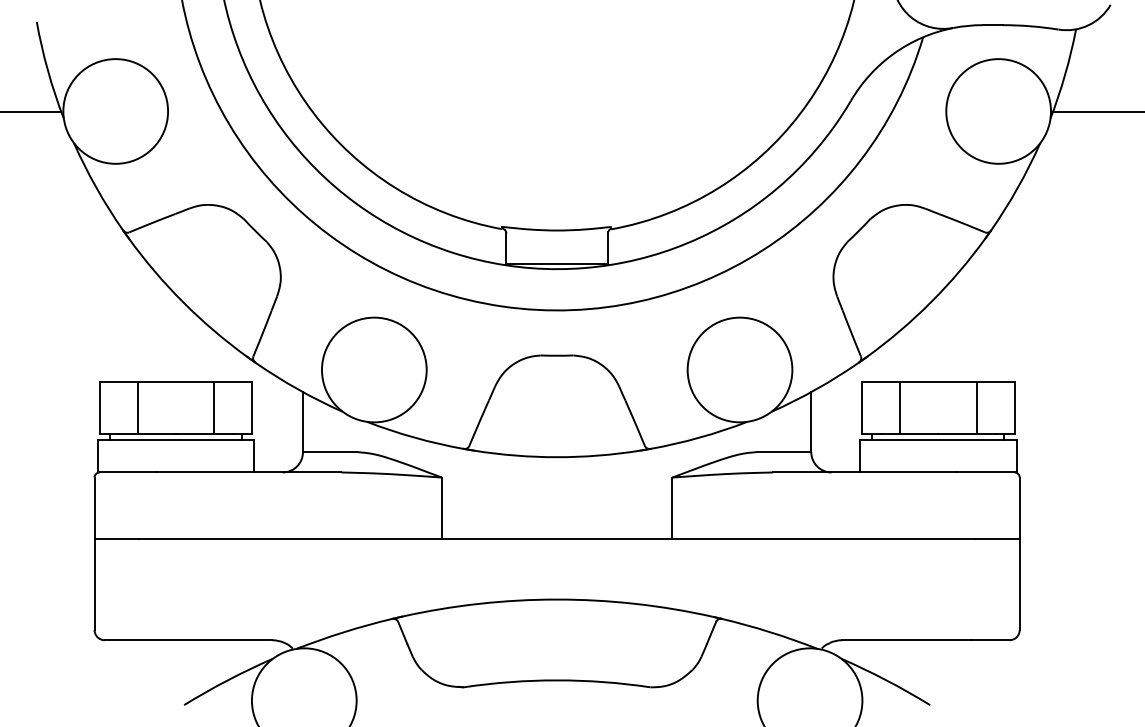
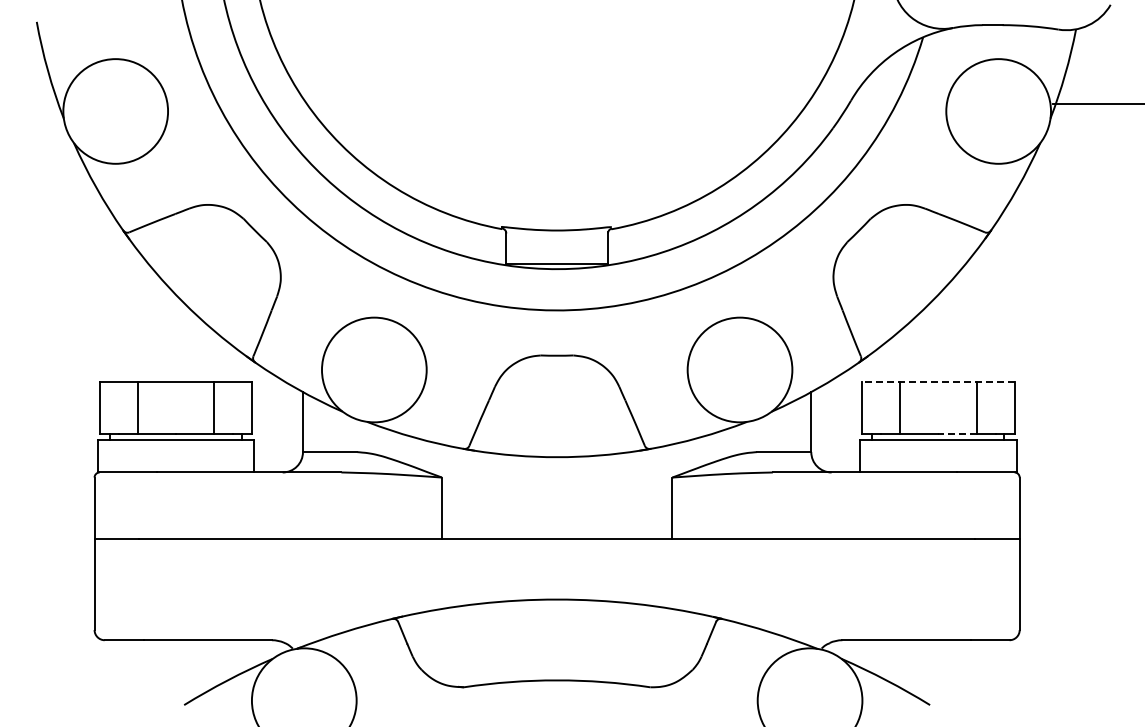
line at (31, 111): present -> none
line at (1097, 111) position: (1097, 111) -> (1097, 103)
line at (937, 382): solid -> dashed
line at (956, 433): solid -> dashed
